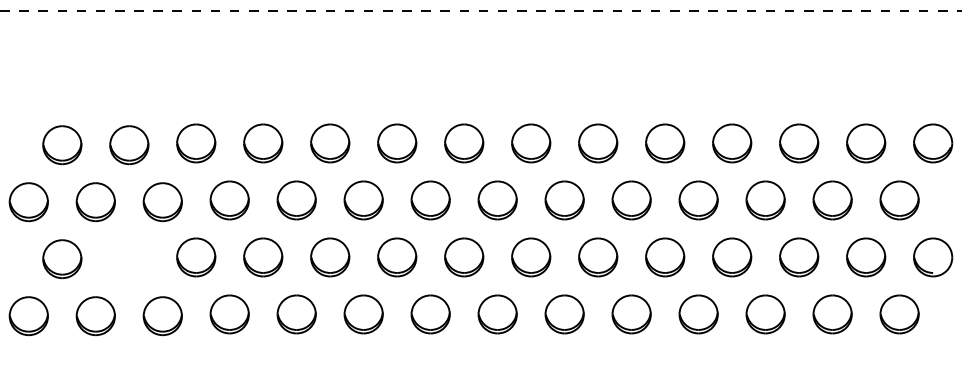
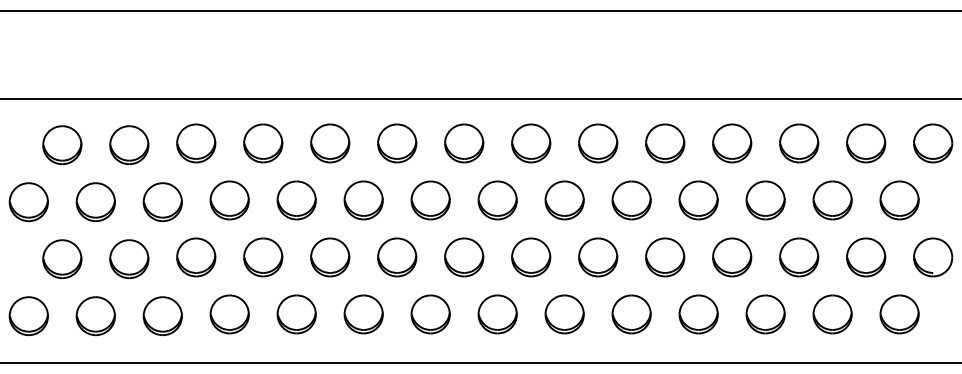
line at (480, 11): dashed -> solid
line at (480, 98): none -> present
part at (129, 259): none -> present
line at (480, 362): none -> present
